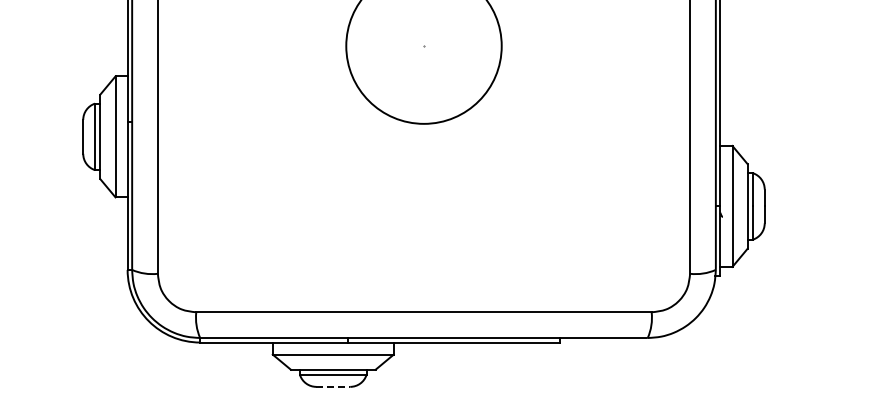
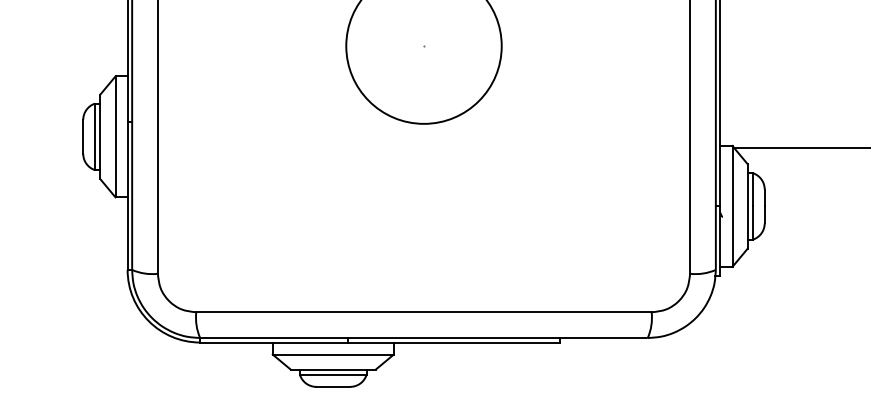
line at (800, 148): none -> present
line at (333, 386): dashed -> solid
